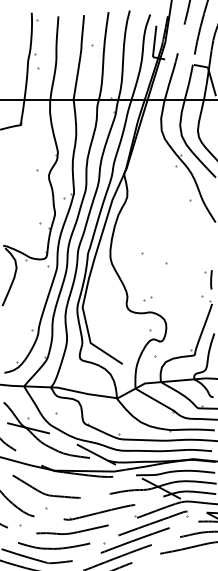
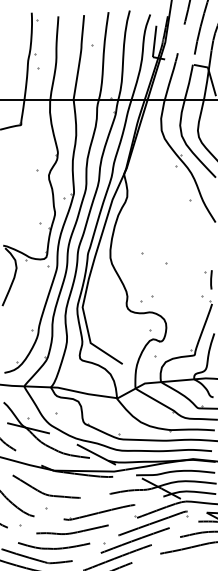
part at (147, 298) size: 10x6 px -> 14x8 px
